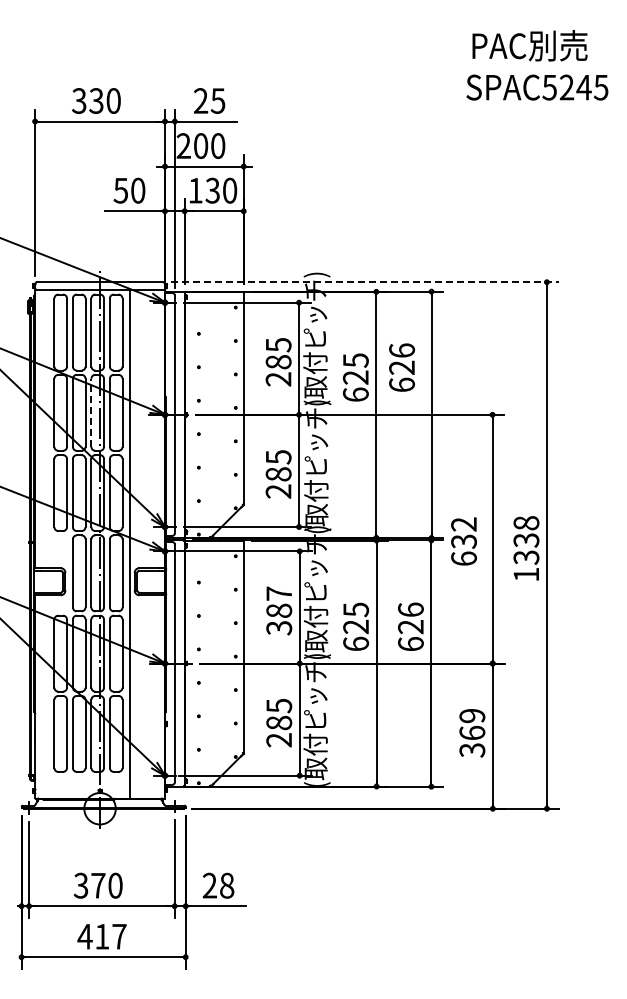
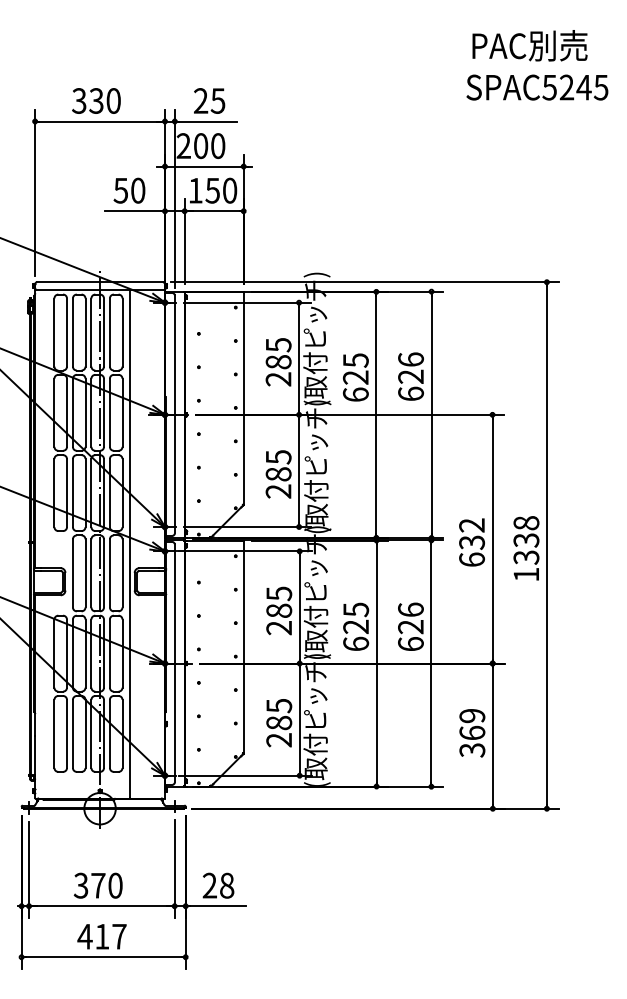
text at (212, 190): 130 -> 150
line at (364, 282): dashed -> solid
text at (401, 367) position: (401, 367) -> (410, 376)
line at (91, 412): dashed -> solid
text at (463, 541) position: (463, 541) -> (471, 542)
text at (279, 610): 387 -> 285
